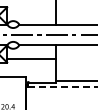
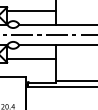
line at (31, 10): none -> present
line at (63, 87): dashed -> solid
